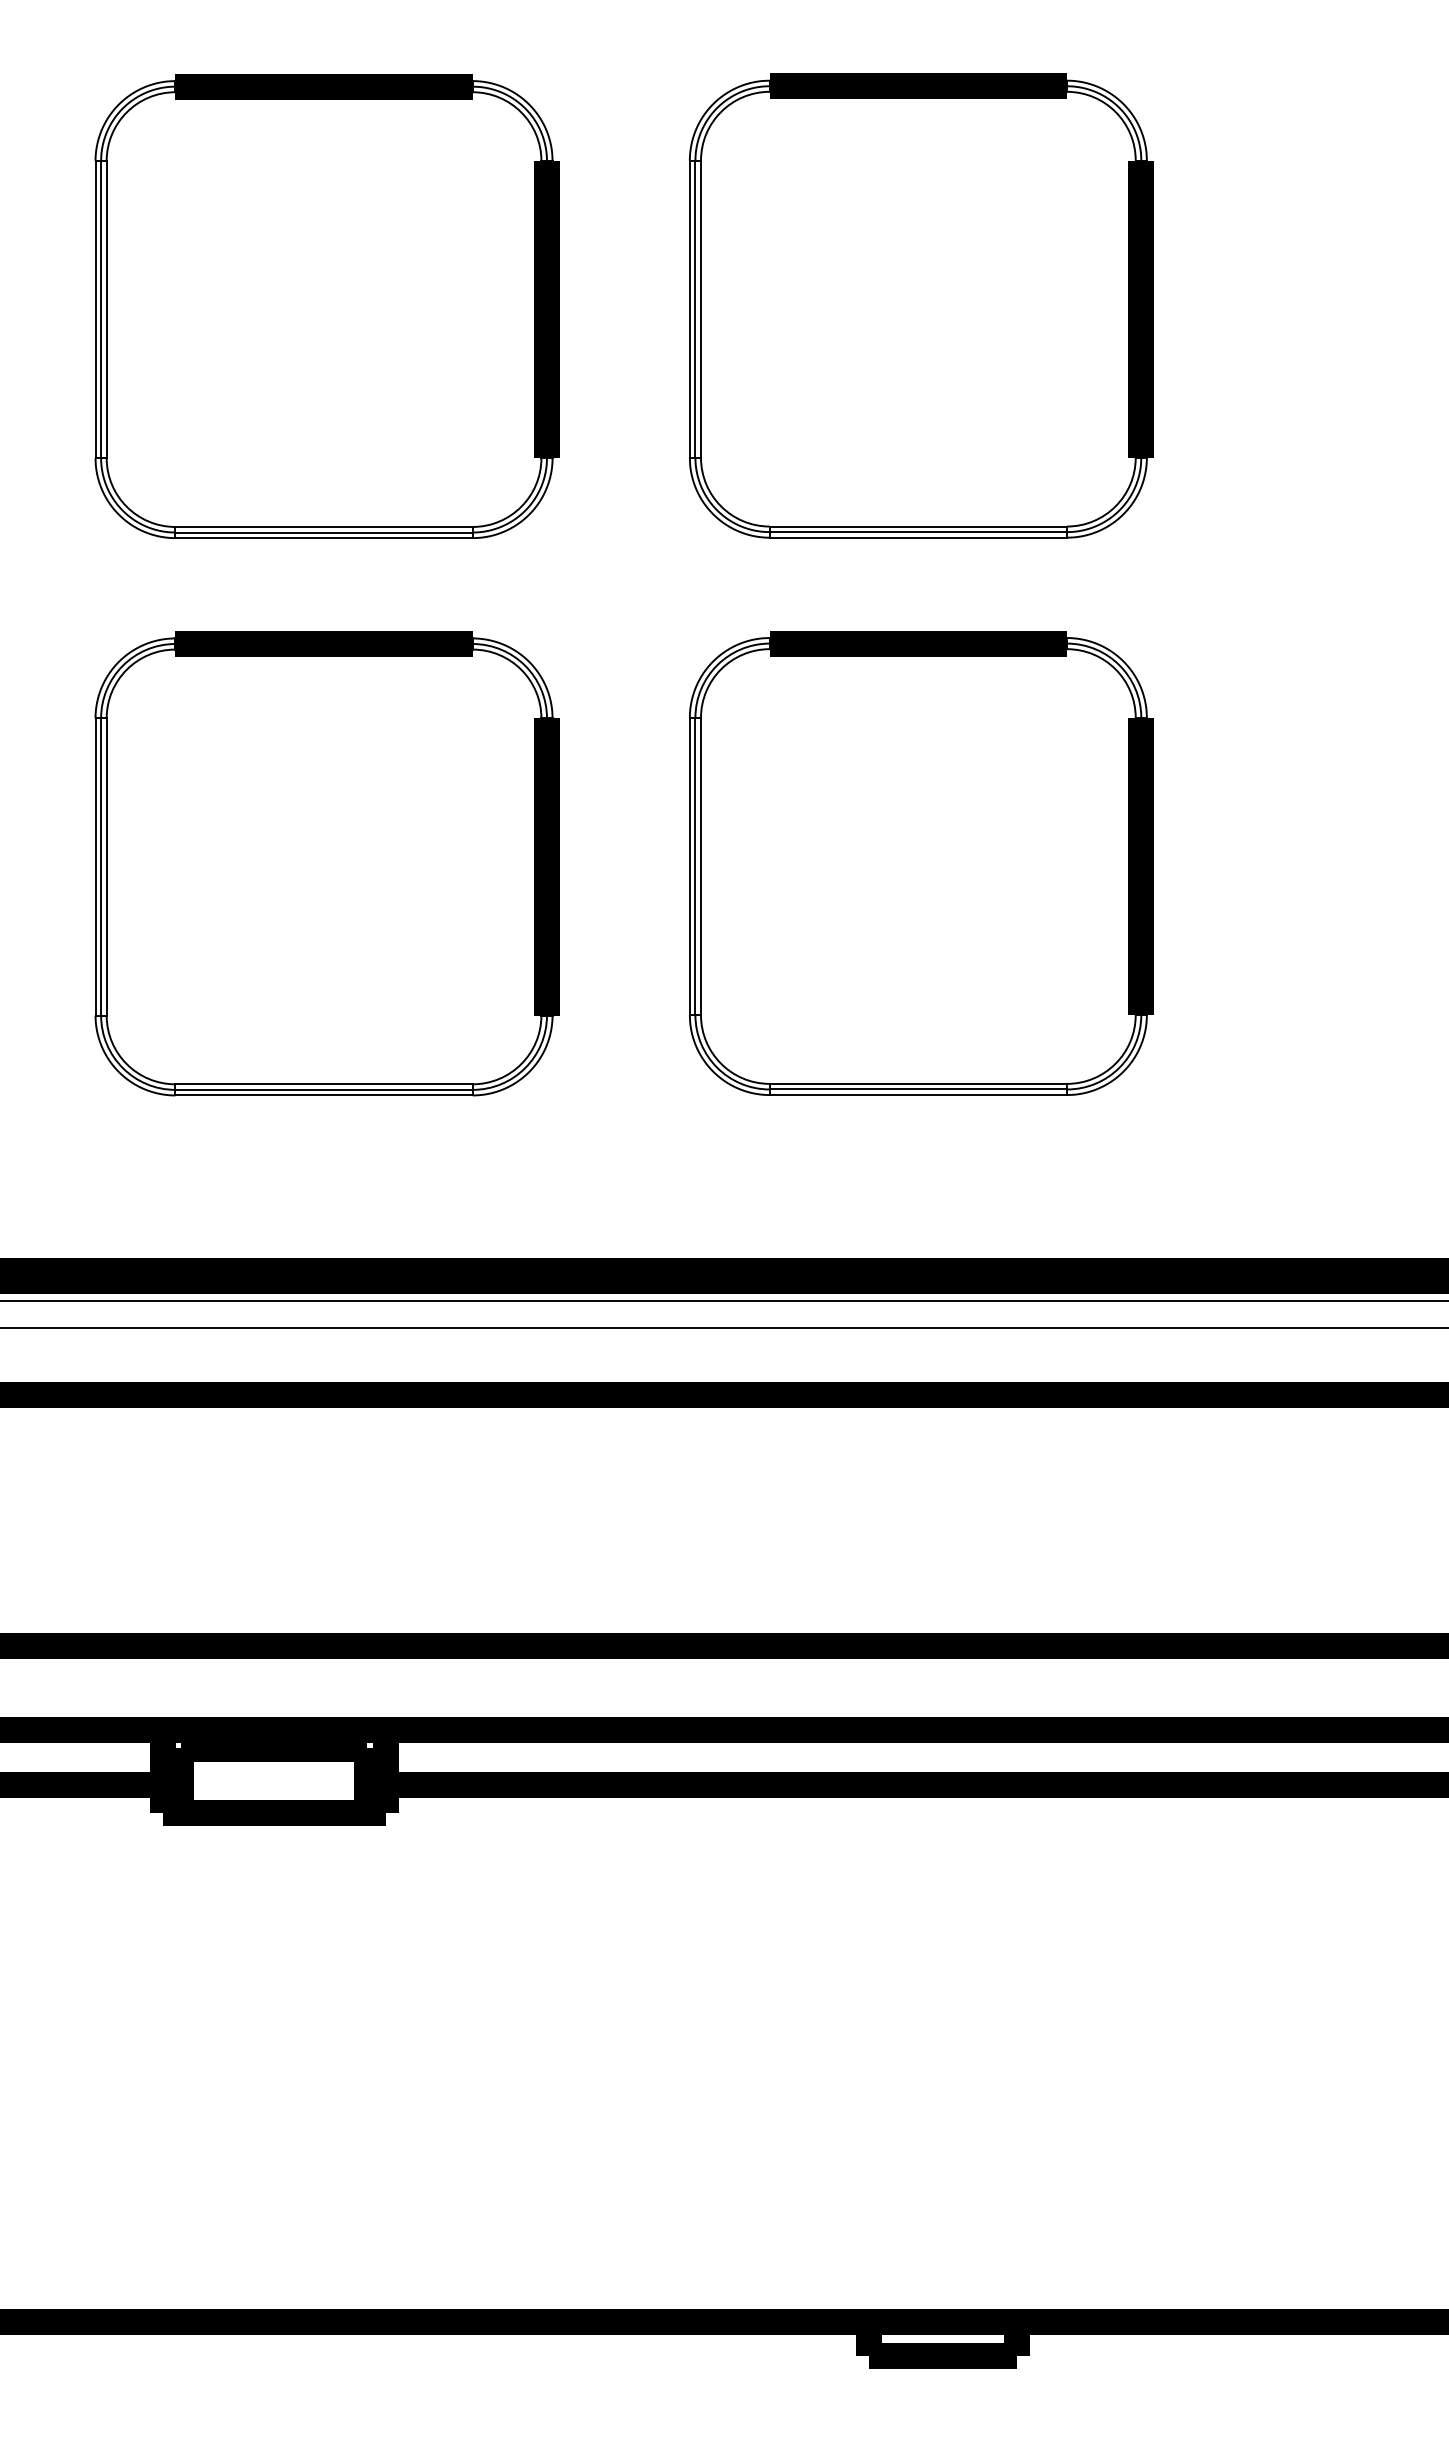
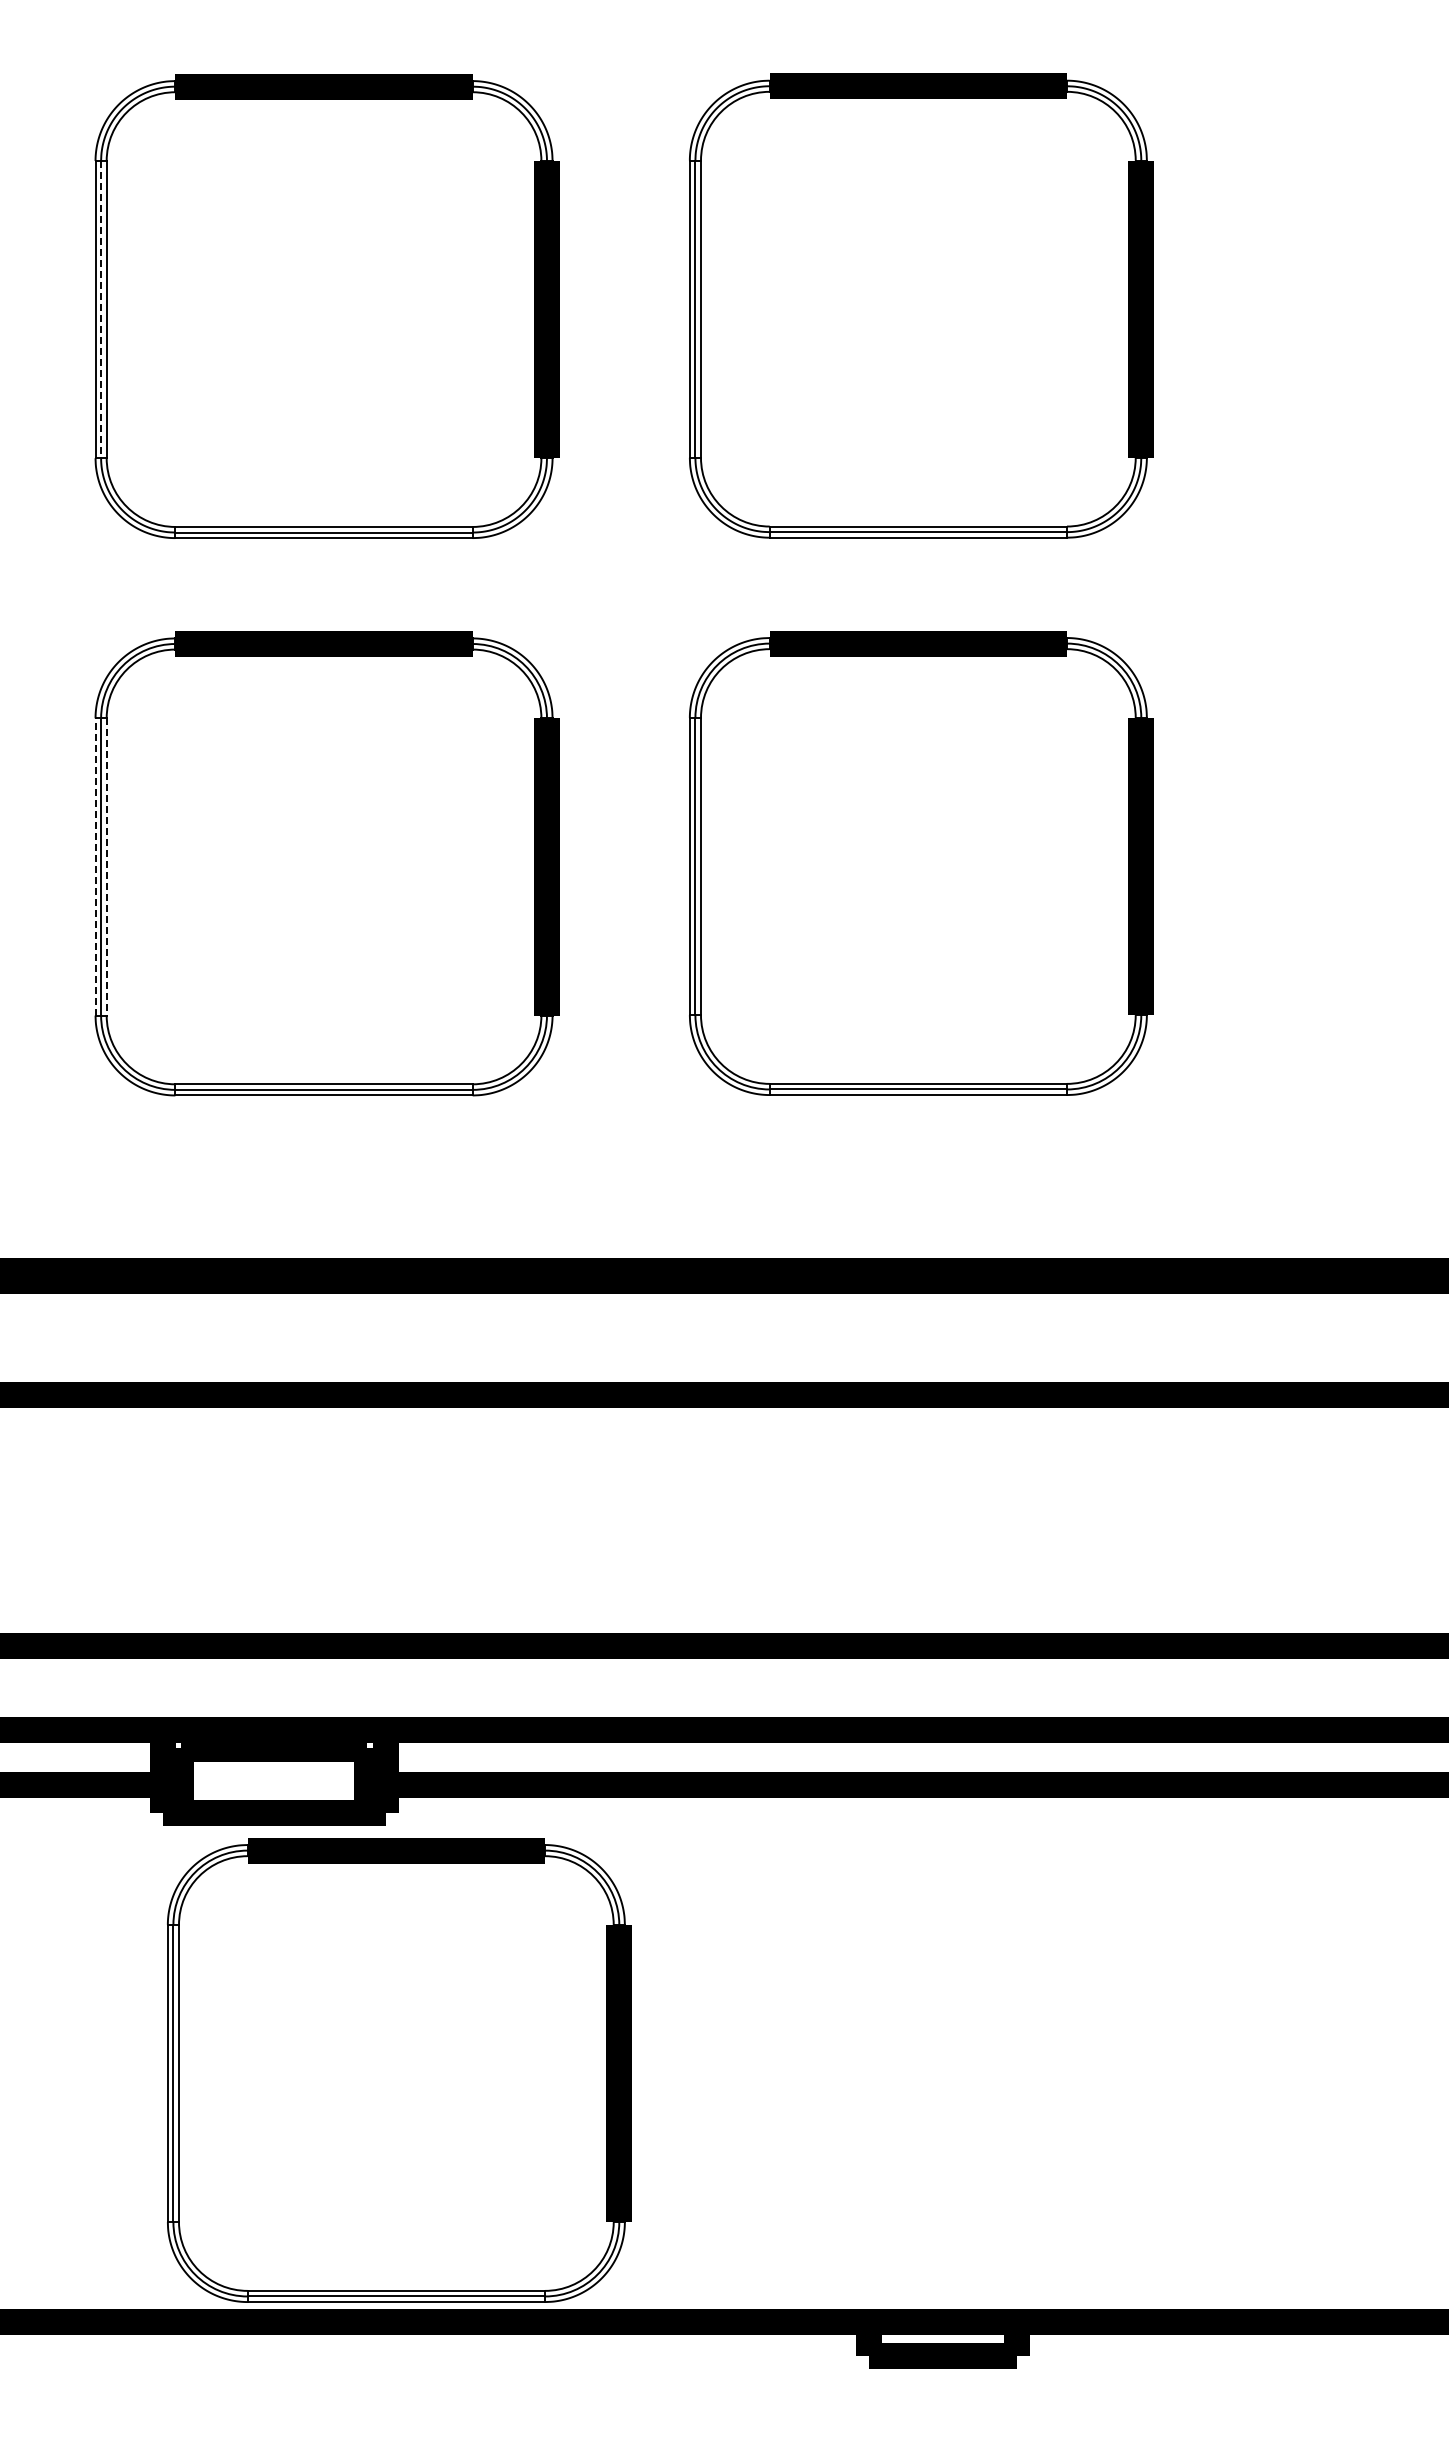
line at (101, 309): solid -> dashed
line at (95, 866): solid -> dashed
line at (106, 866): solid -> dashed
line at (723, 1300): present -> none
line at (723, 1327): present -> none
part at (399, 2070): none -> present
